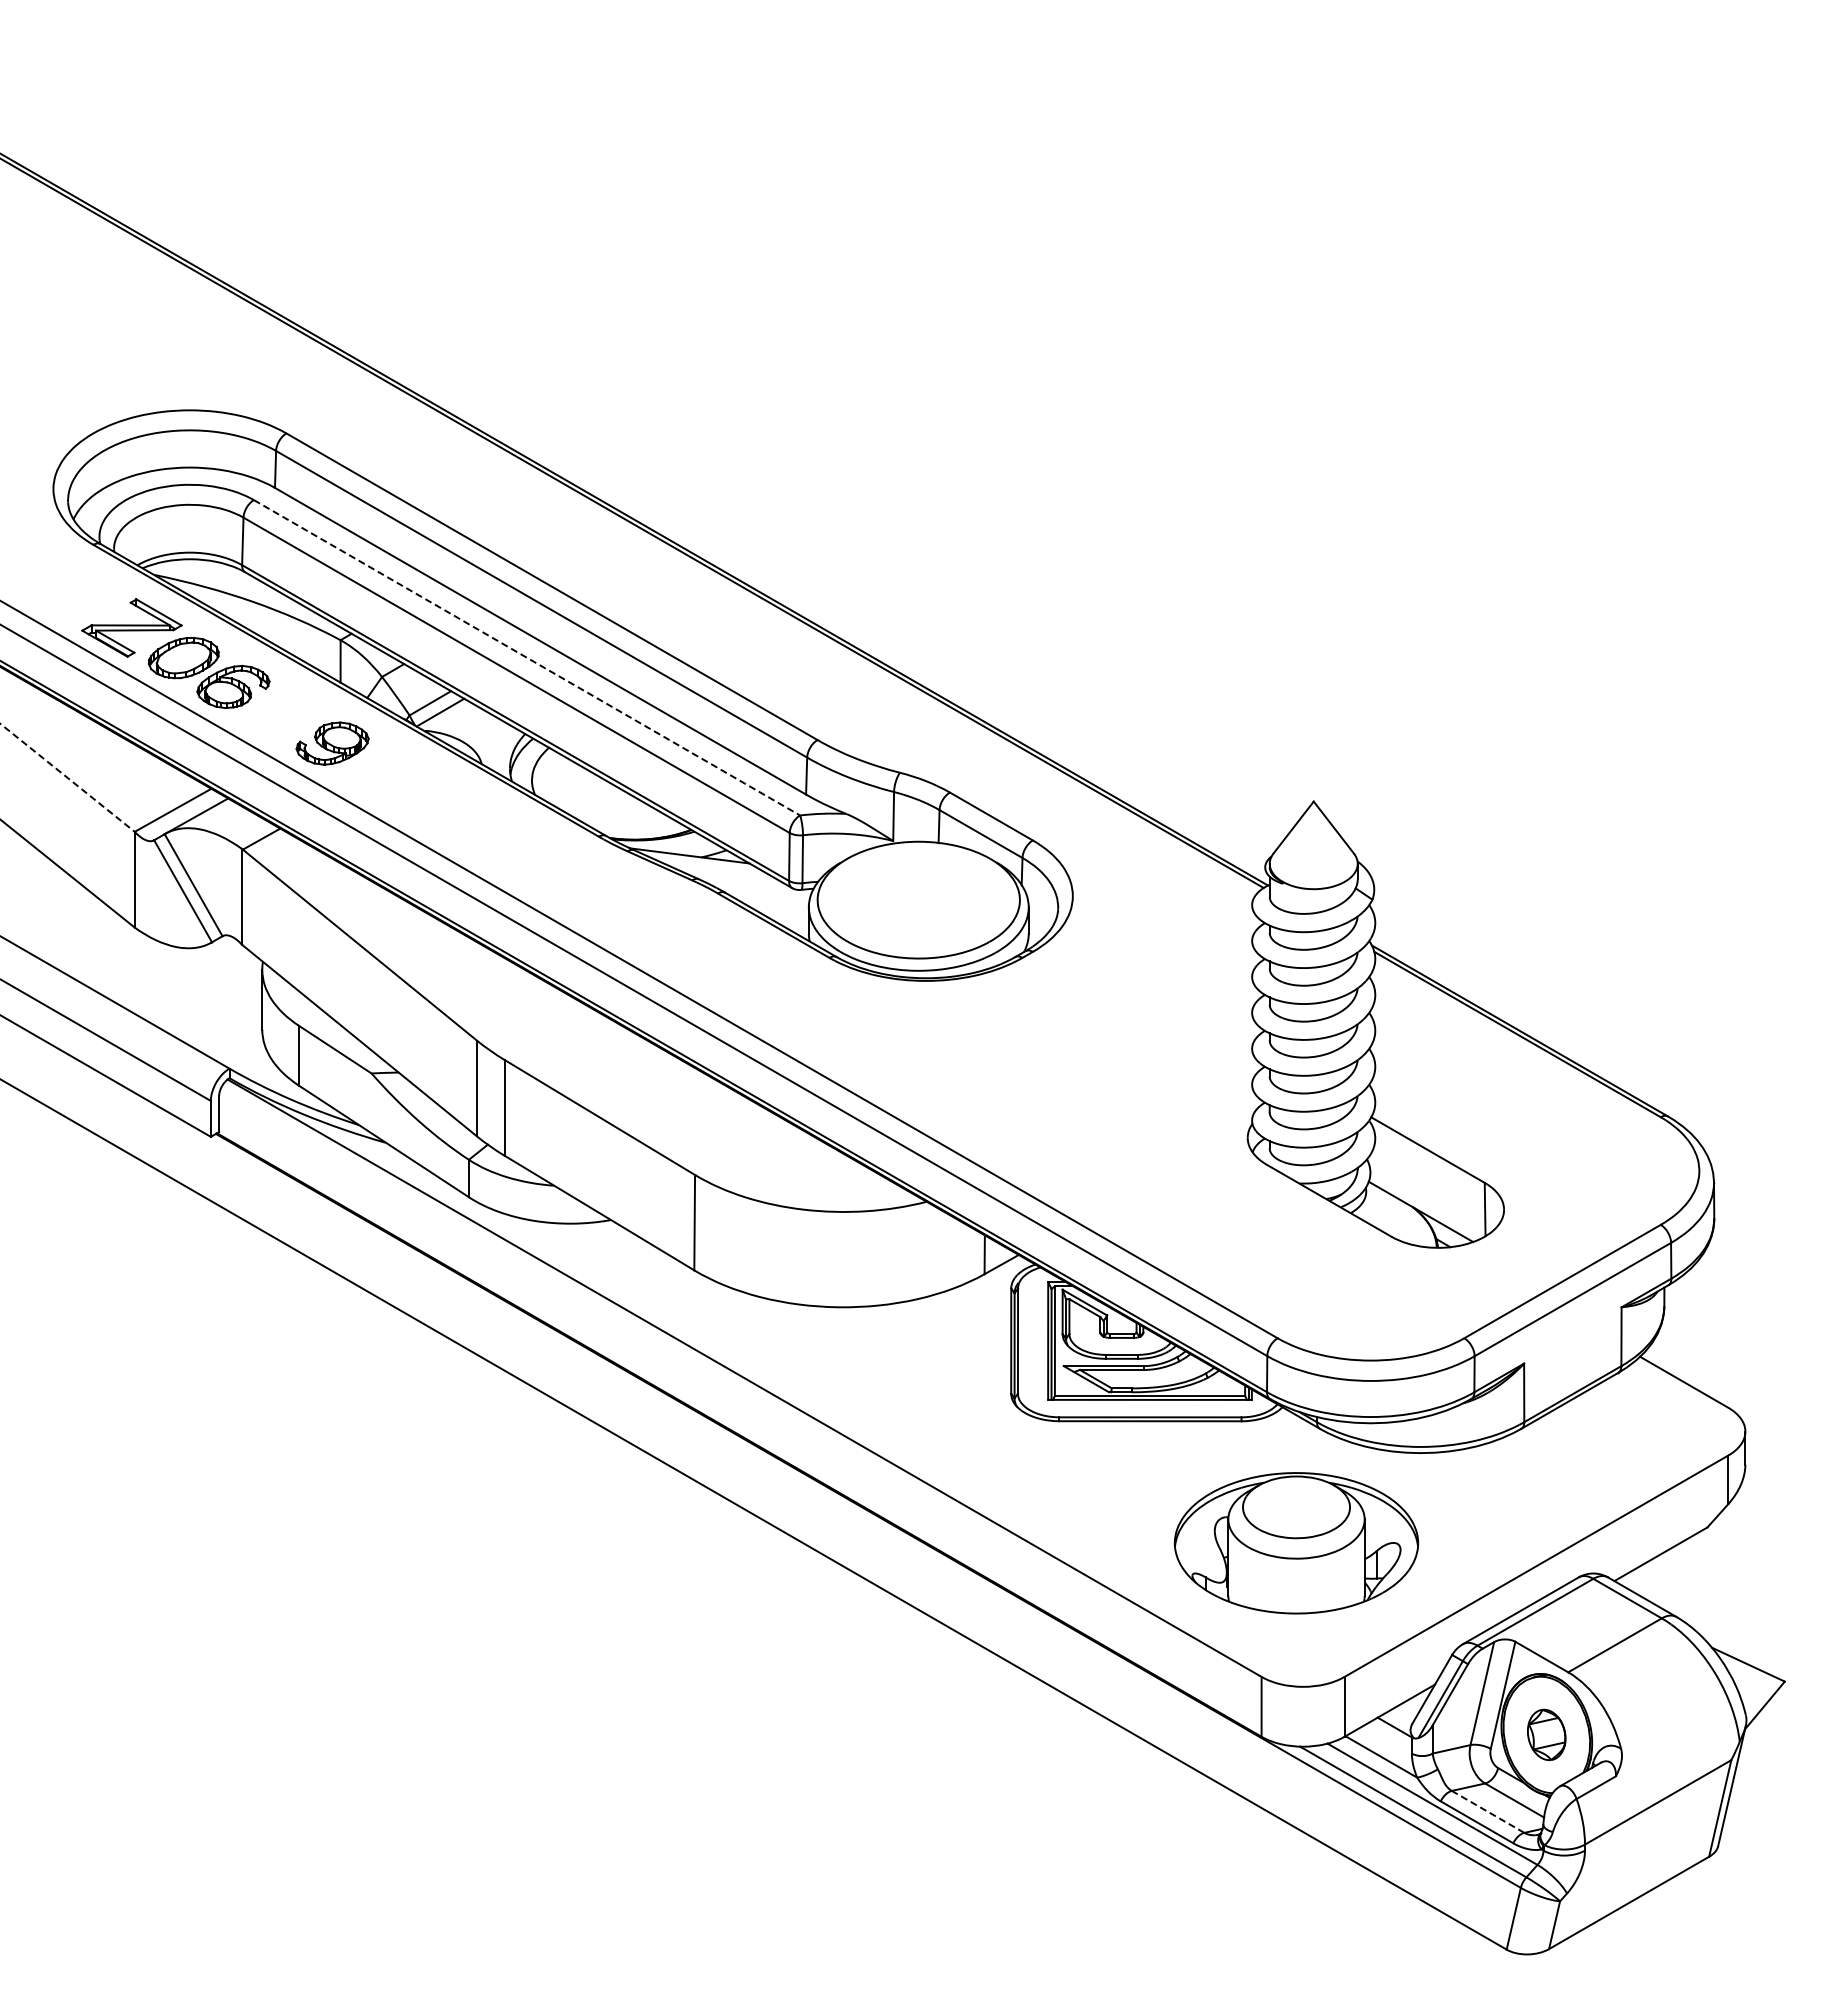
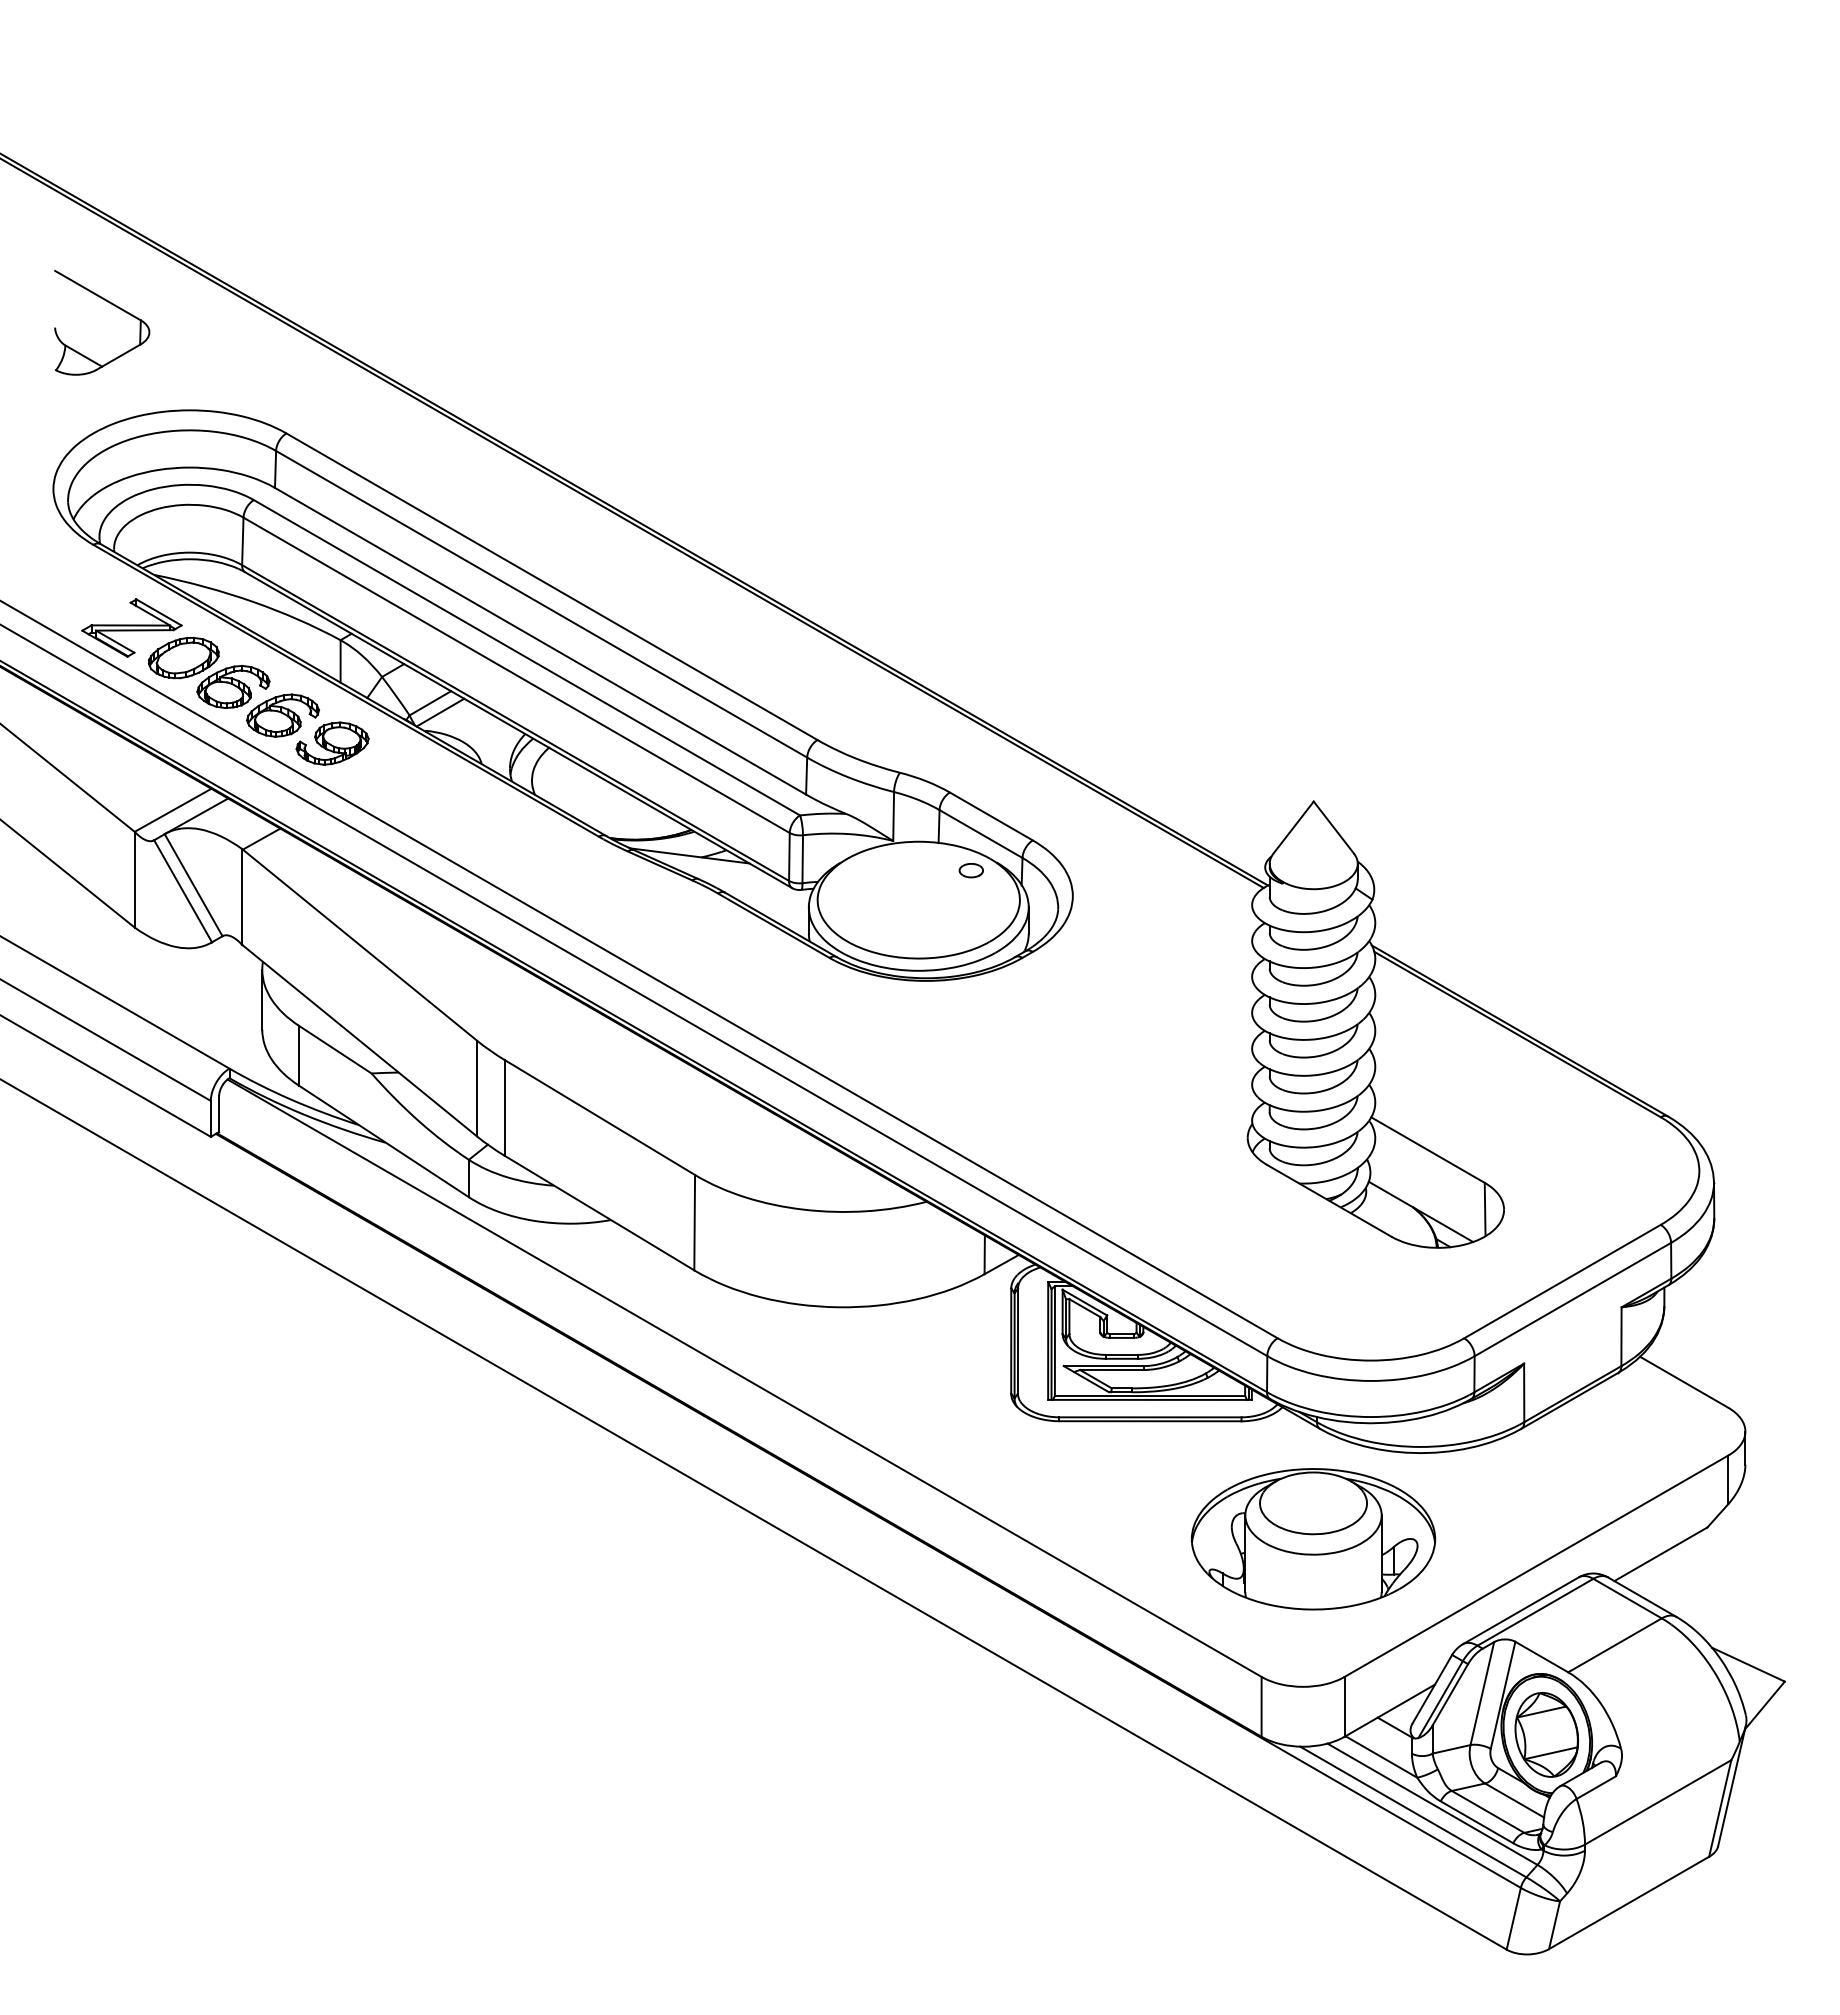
part at (112, 305): none -> present
line at (527, 658): dashed -> solid
part at (282, 715): none -> present
line at (67, 778): dashed -> solid
part at (970, 870): none -> present
part at (1296, 1543) position: (1296, 1543) -> (1313, 1539)
part at (1546, 1734) size: 40x54 px -> 65x86 px
line at (1488, 1811): dashed -> solid
